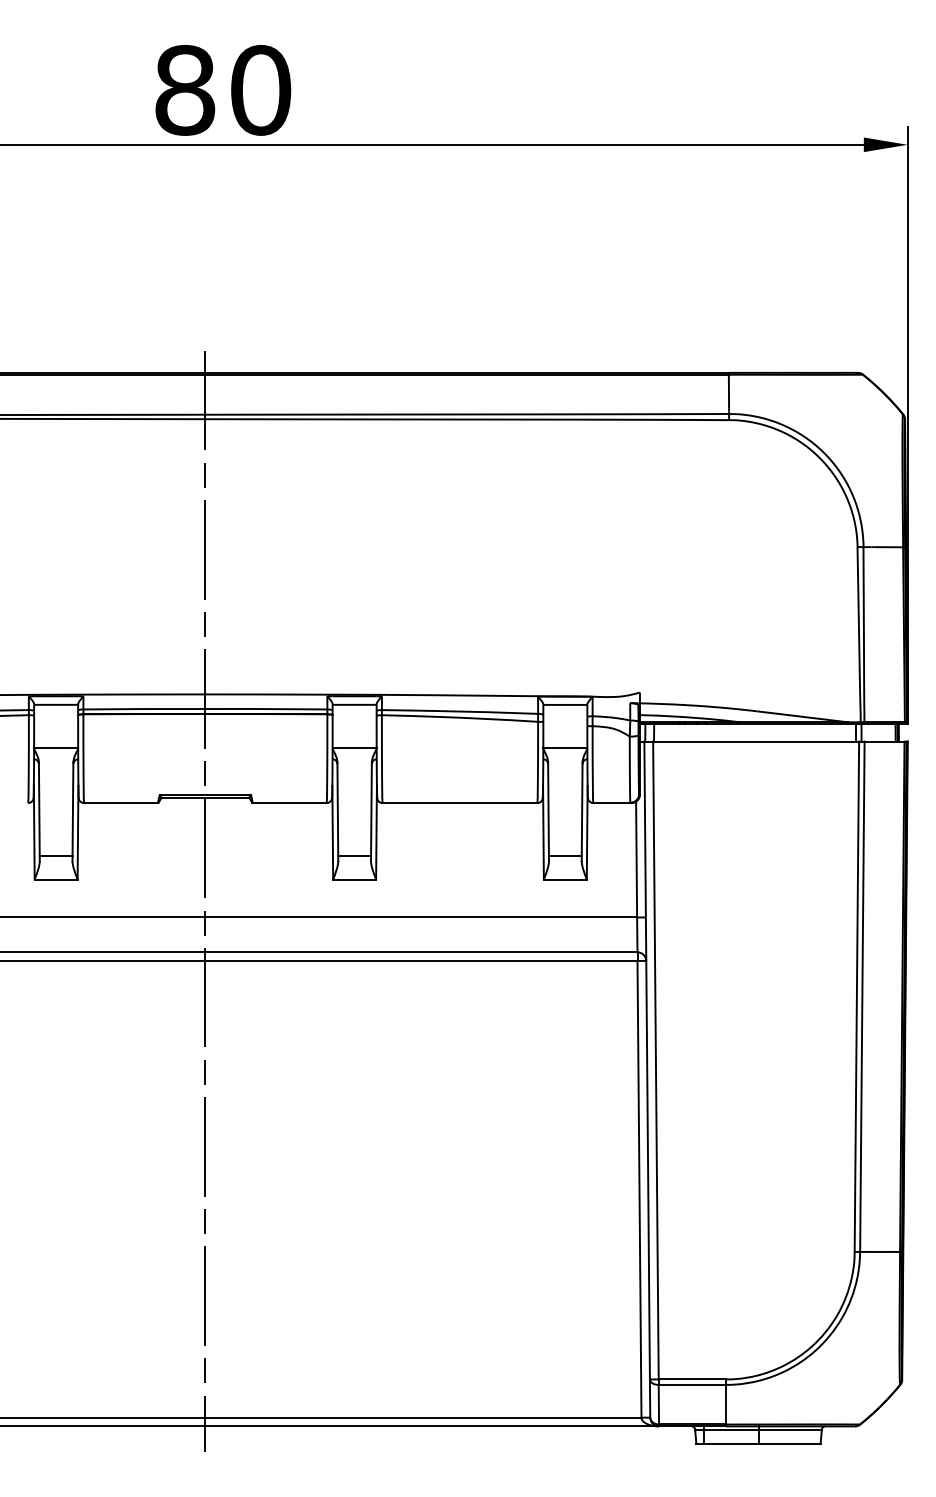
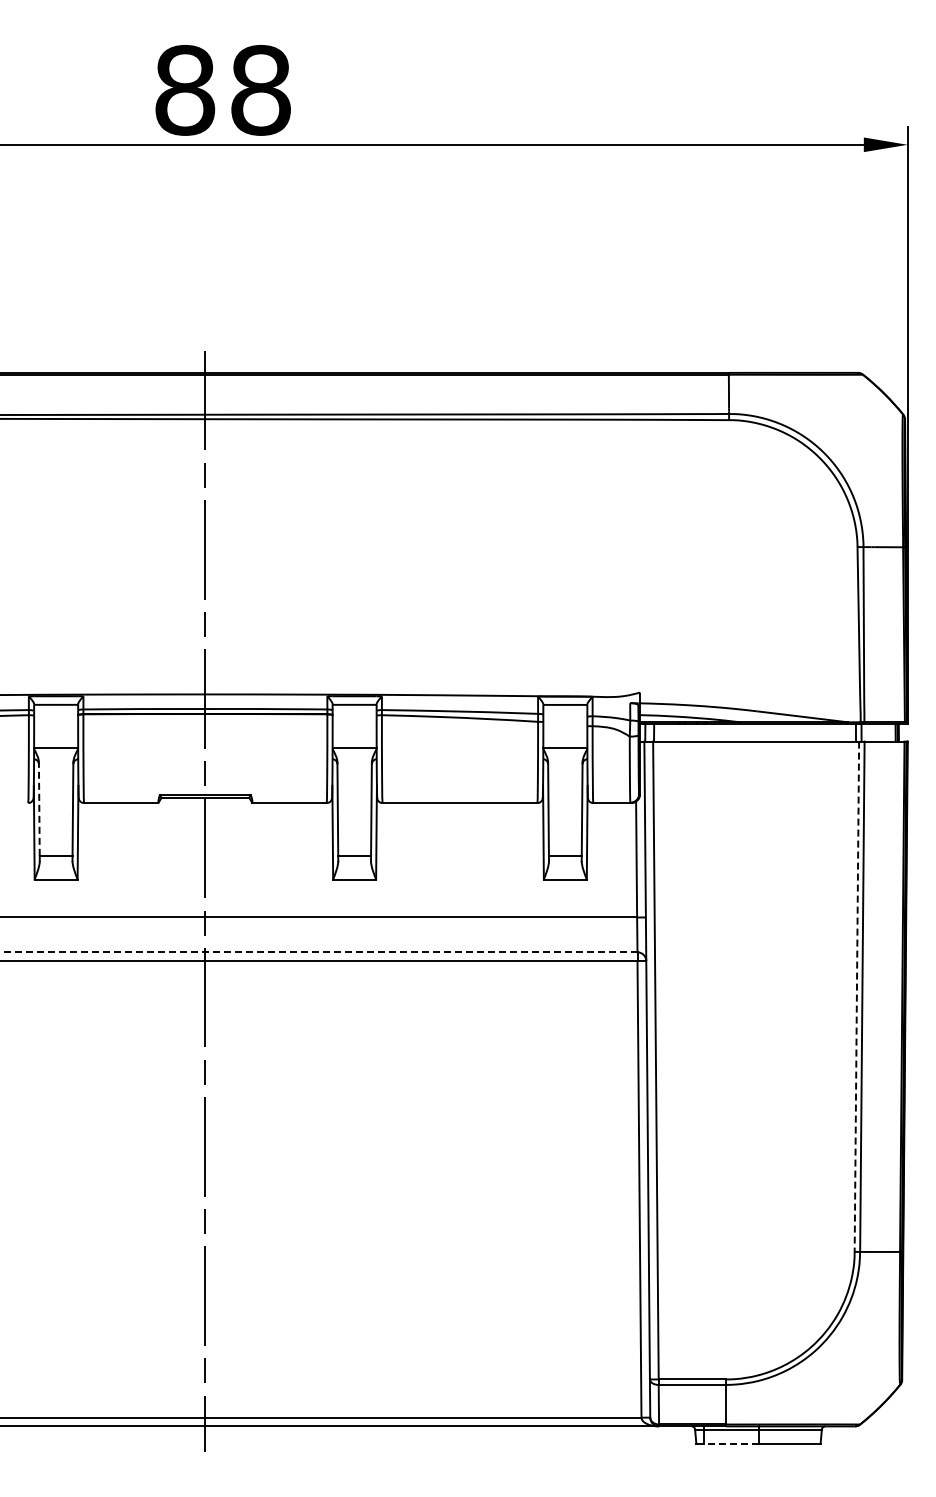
text at (261, 90): 80 -> 88
line at (39, 809): solid -> dashed
line at (318, 952): solid -> dashed
line at (856, 997): solid -> dashed
line at (730, 1443): solid -> dashed
